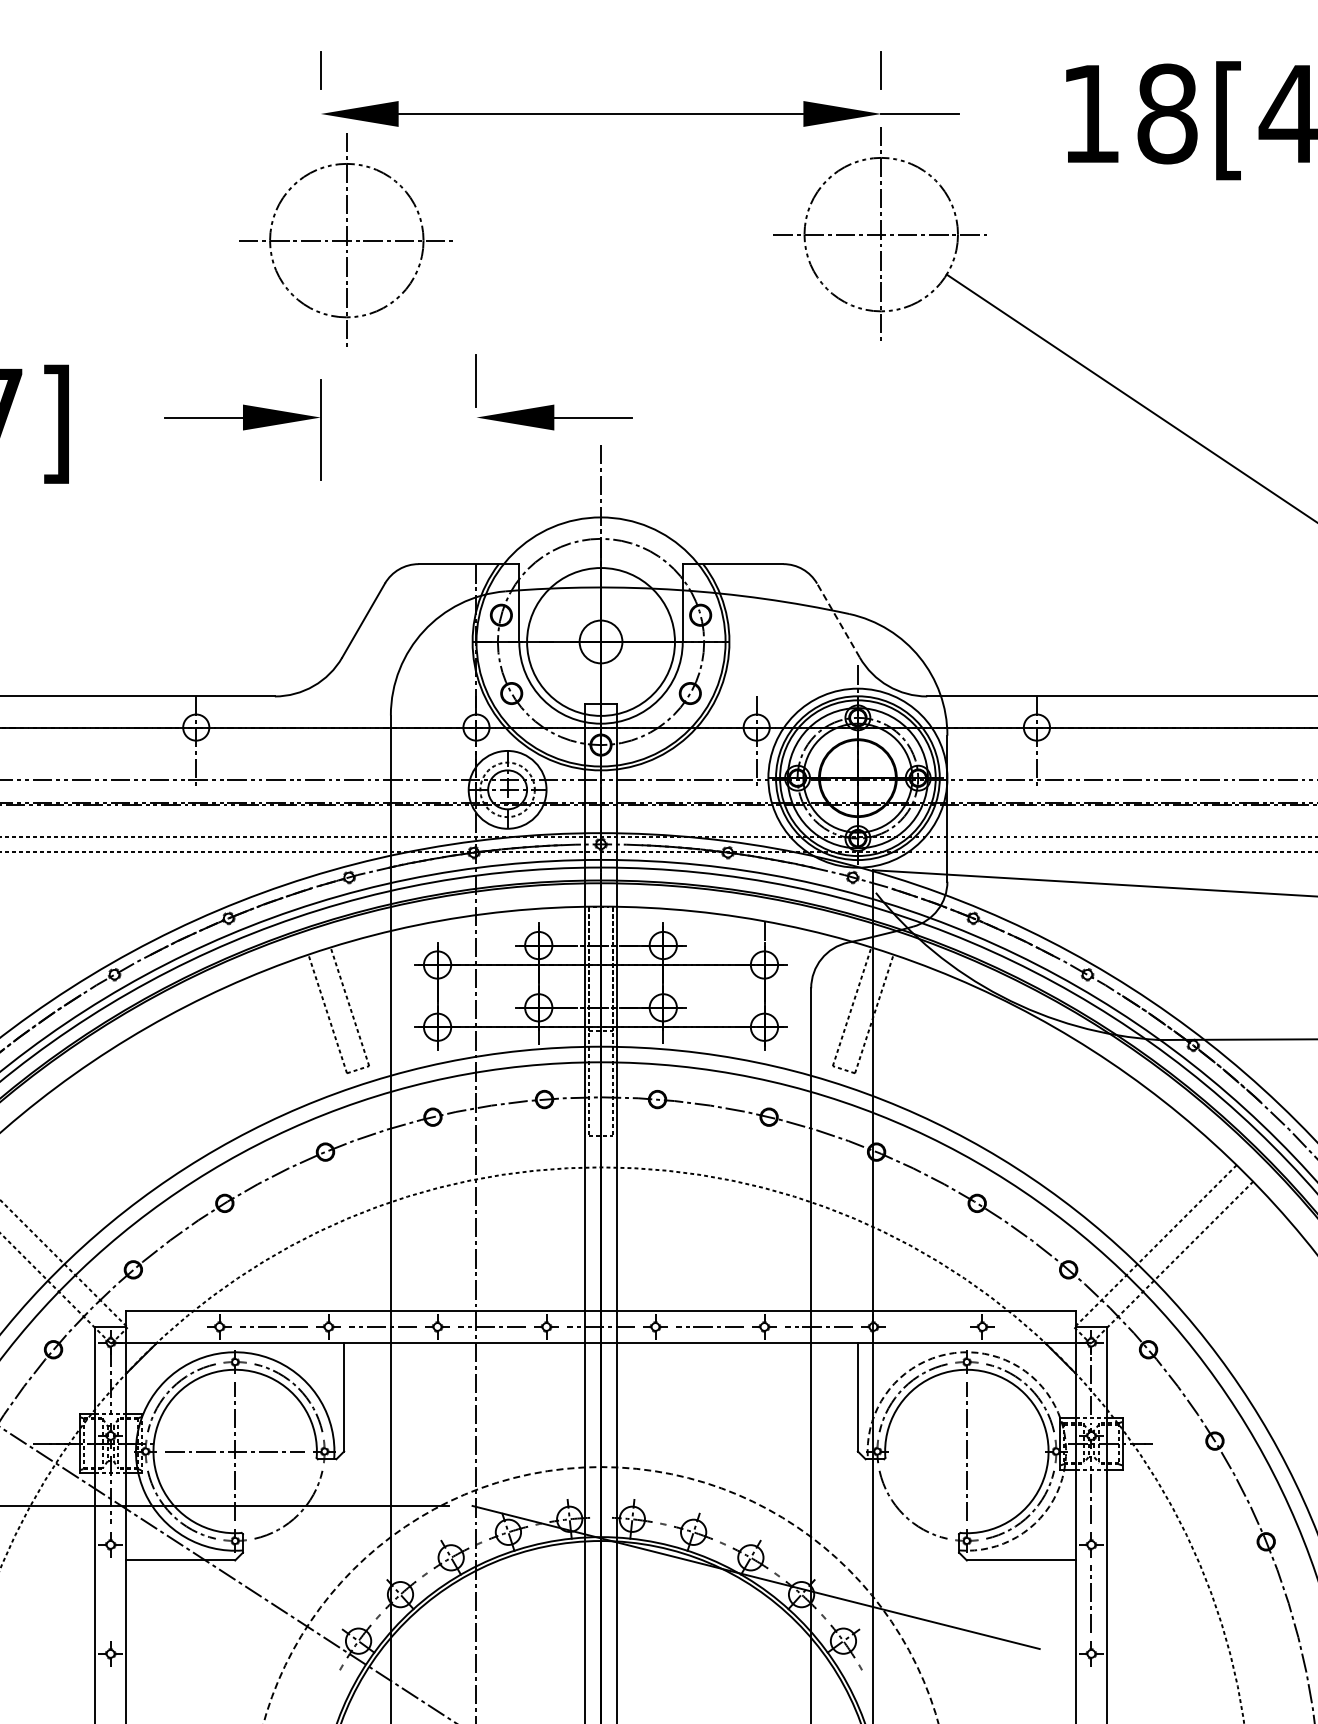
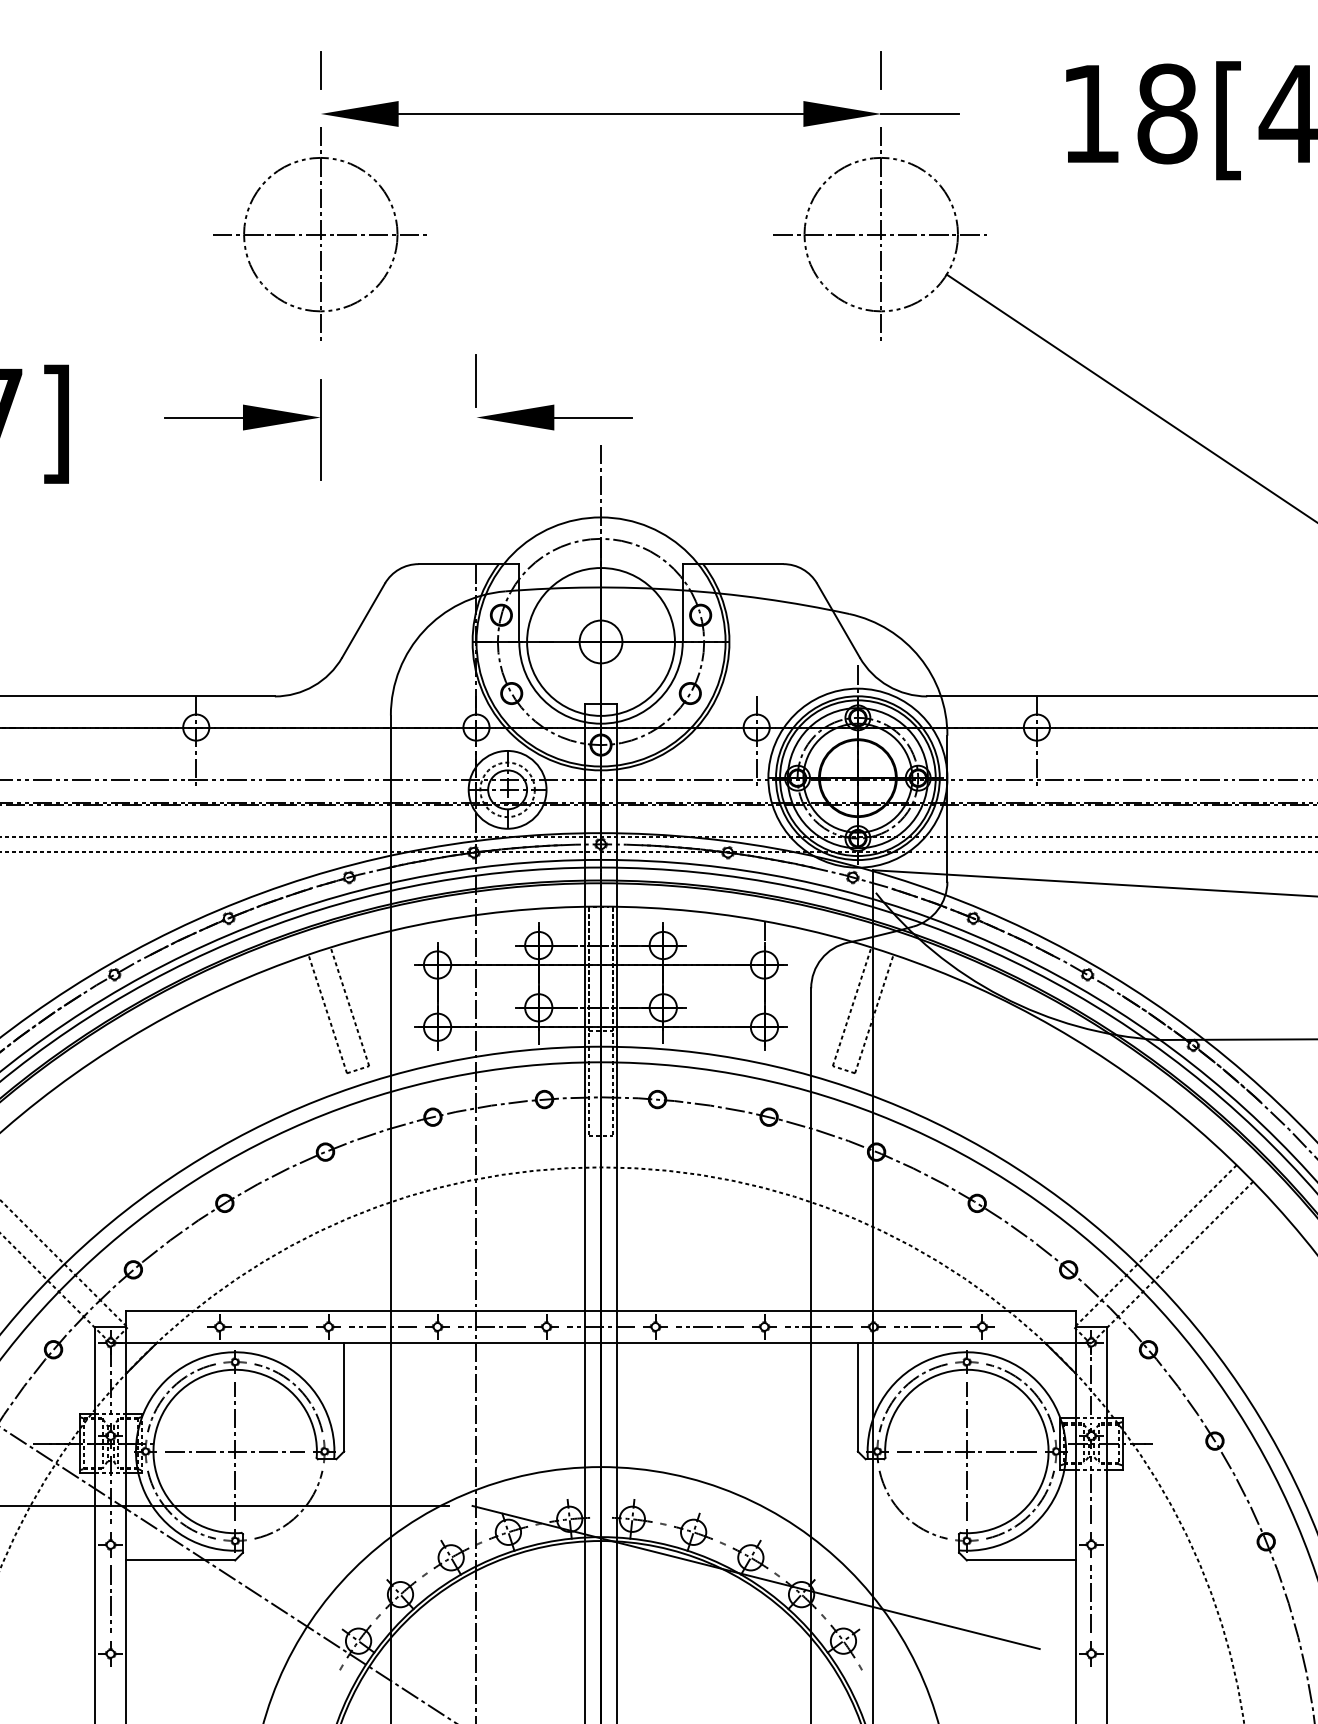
part at (345, 239) position: (345, 239) -> (319, 233)
line at (838, 620): dashed -> solid
line at (927, 1326): none -> present
arc at (1037, 1381): dashed -> solid
line at (966, 1451): none -> present
circle at (600, 1595): dashed -> solid
line at (110, 1598): none -> present
